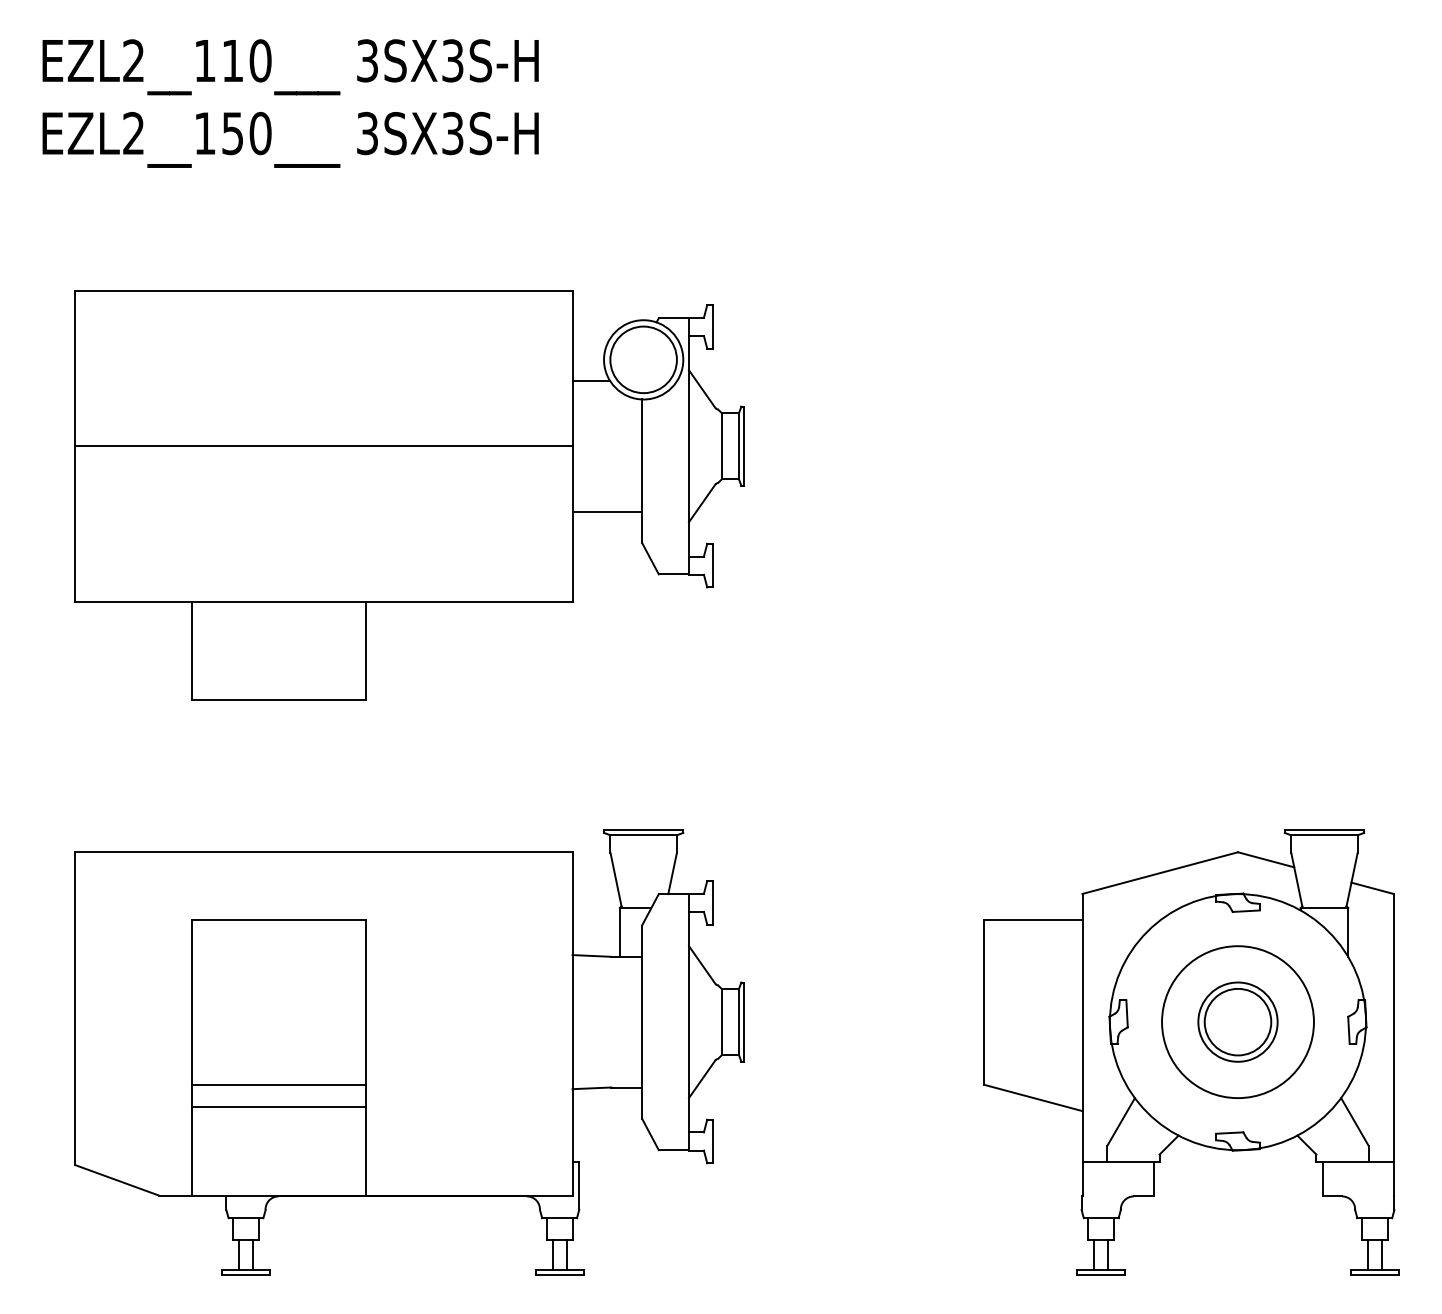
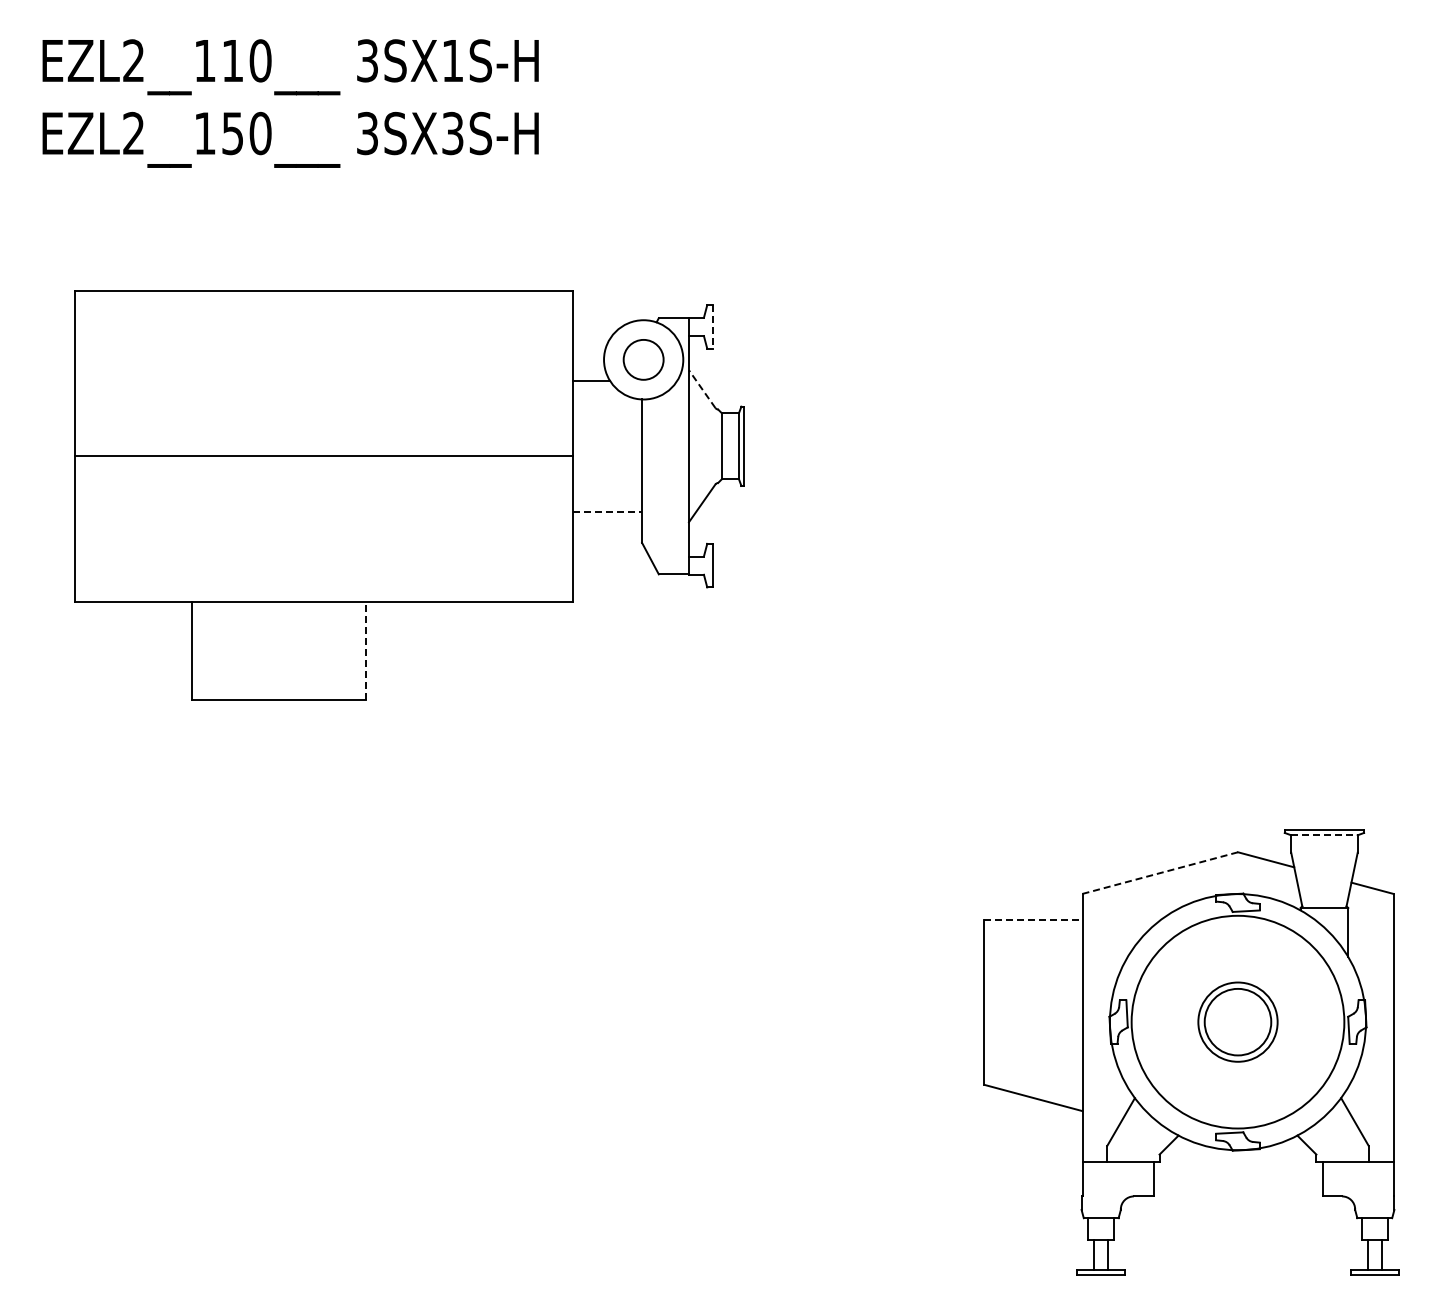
text at (452, 60): 3SX3S-H -> 3SX1S-H
line at (713, 326): solid -> dashed
circle at (643, 359) diameter: 67 px -> 40 px
line at (701, 388): solid -> dashed
line at (323, 446) position: (323, 446) -> (323, 456)
line at (607, 511): solid -> dashed
line at (366, 650): solid -> dashed
line at (1324, 835): solid -> dashed
line at (1160, 872): solid -> dashed
line at (1033, 920): solid -> dashed
circle at (1237, 1022) diameter: 152 px -> 213 px
part at (409, 1052): present -> none
